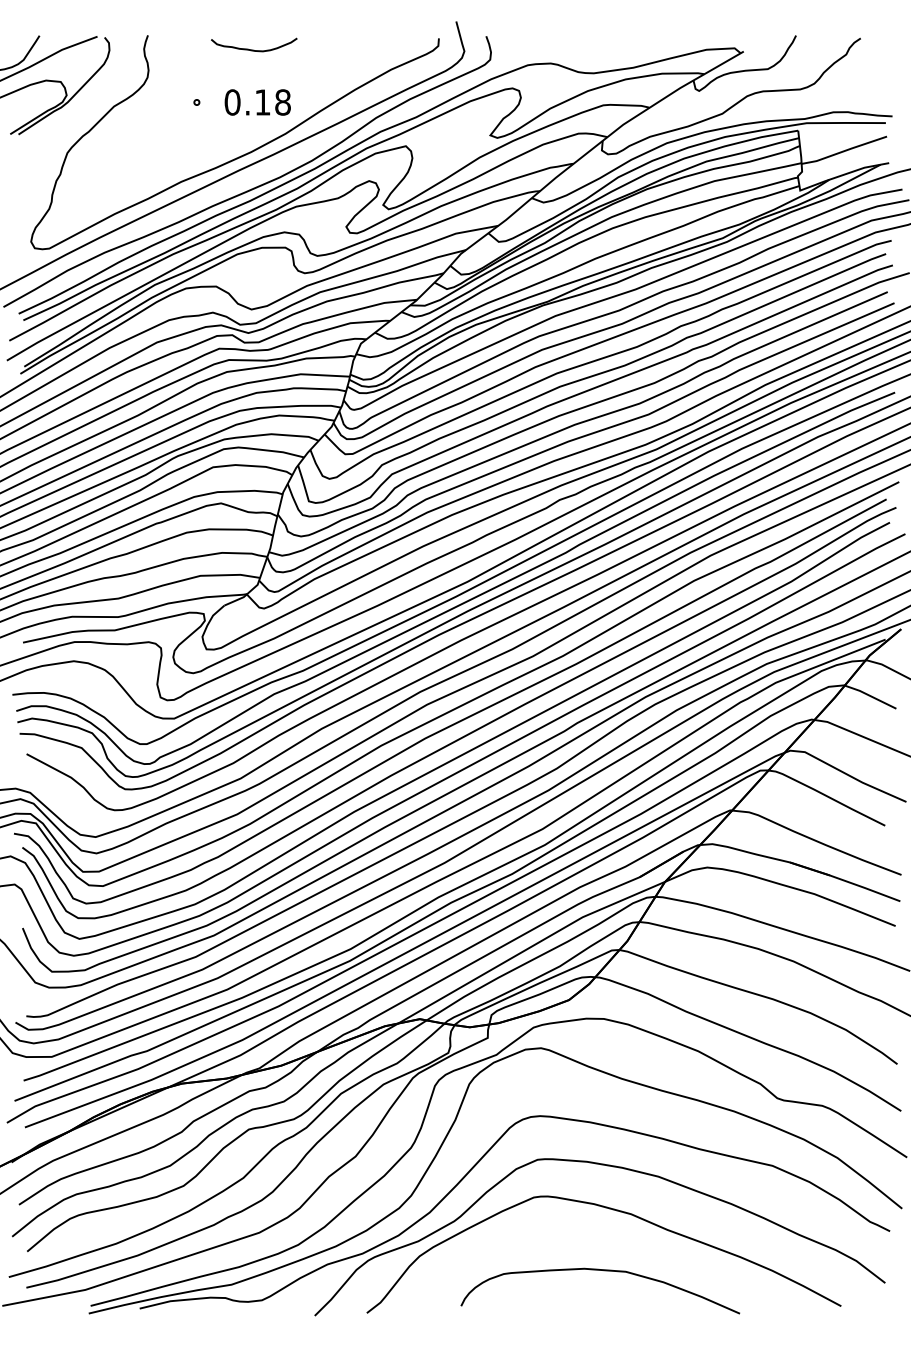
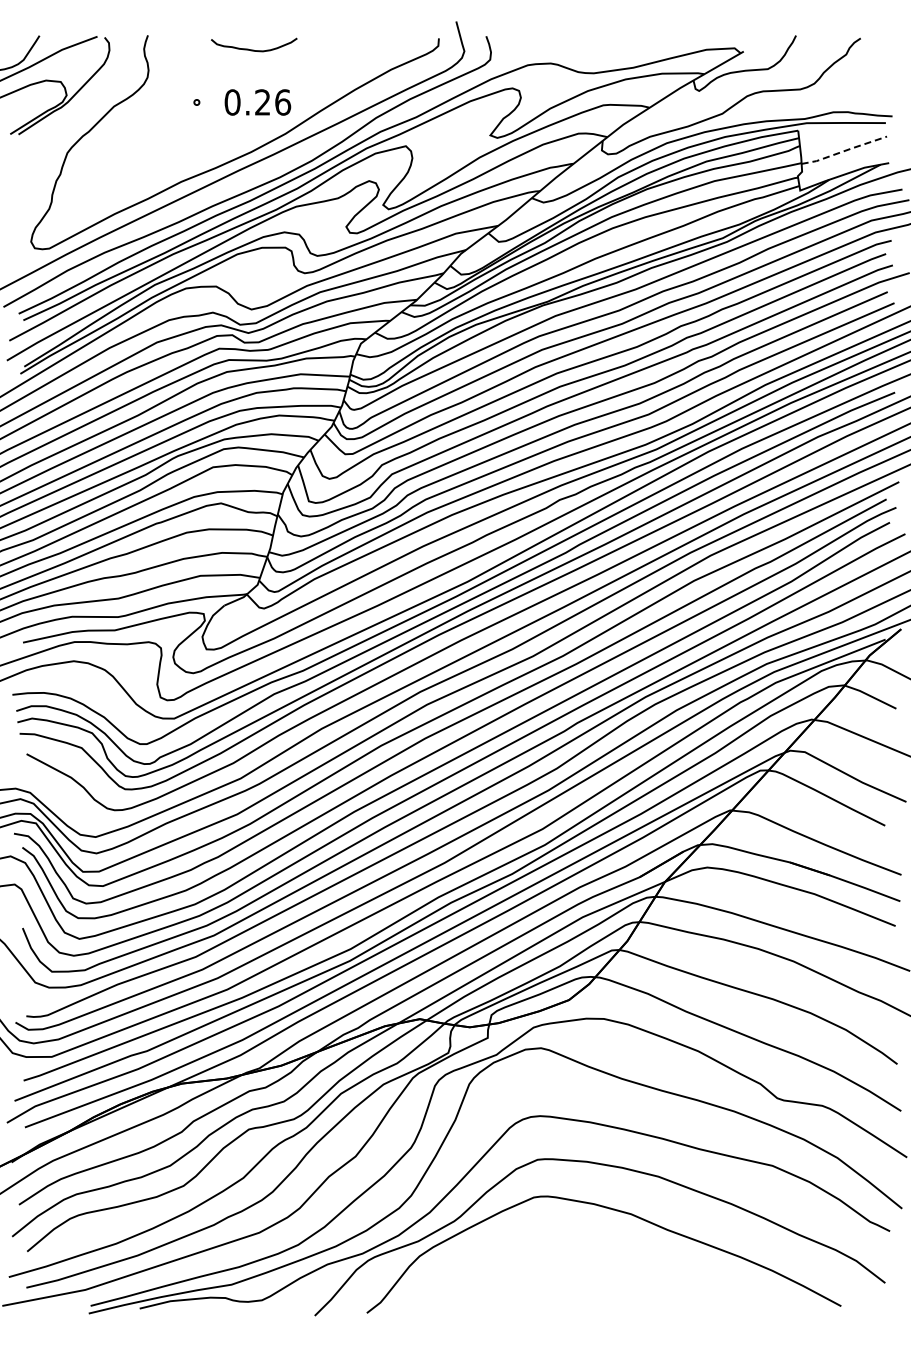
text at (273, 102): 0.18 -> 0.26
line at (844, 151): solid -> dashed
curve at (603, 1271): present -> none
